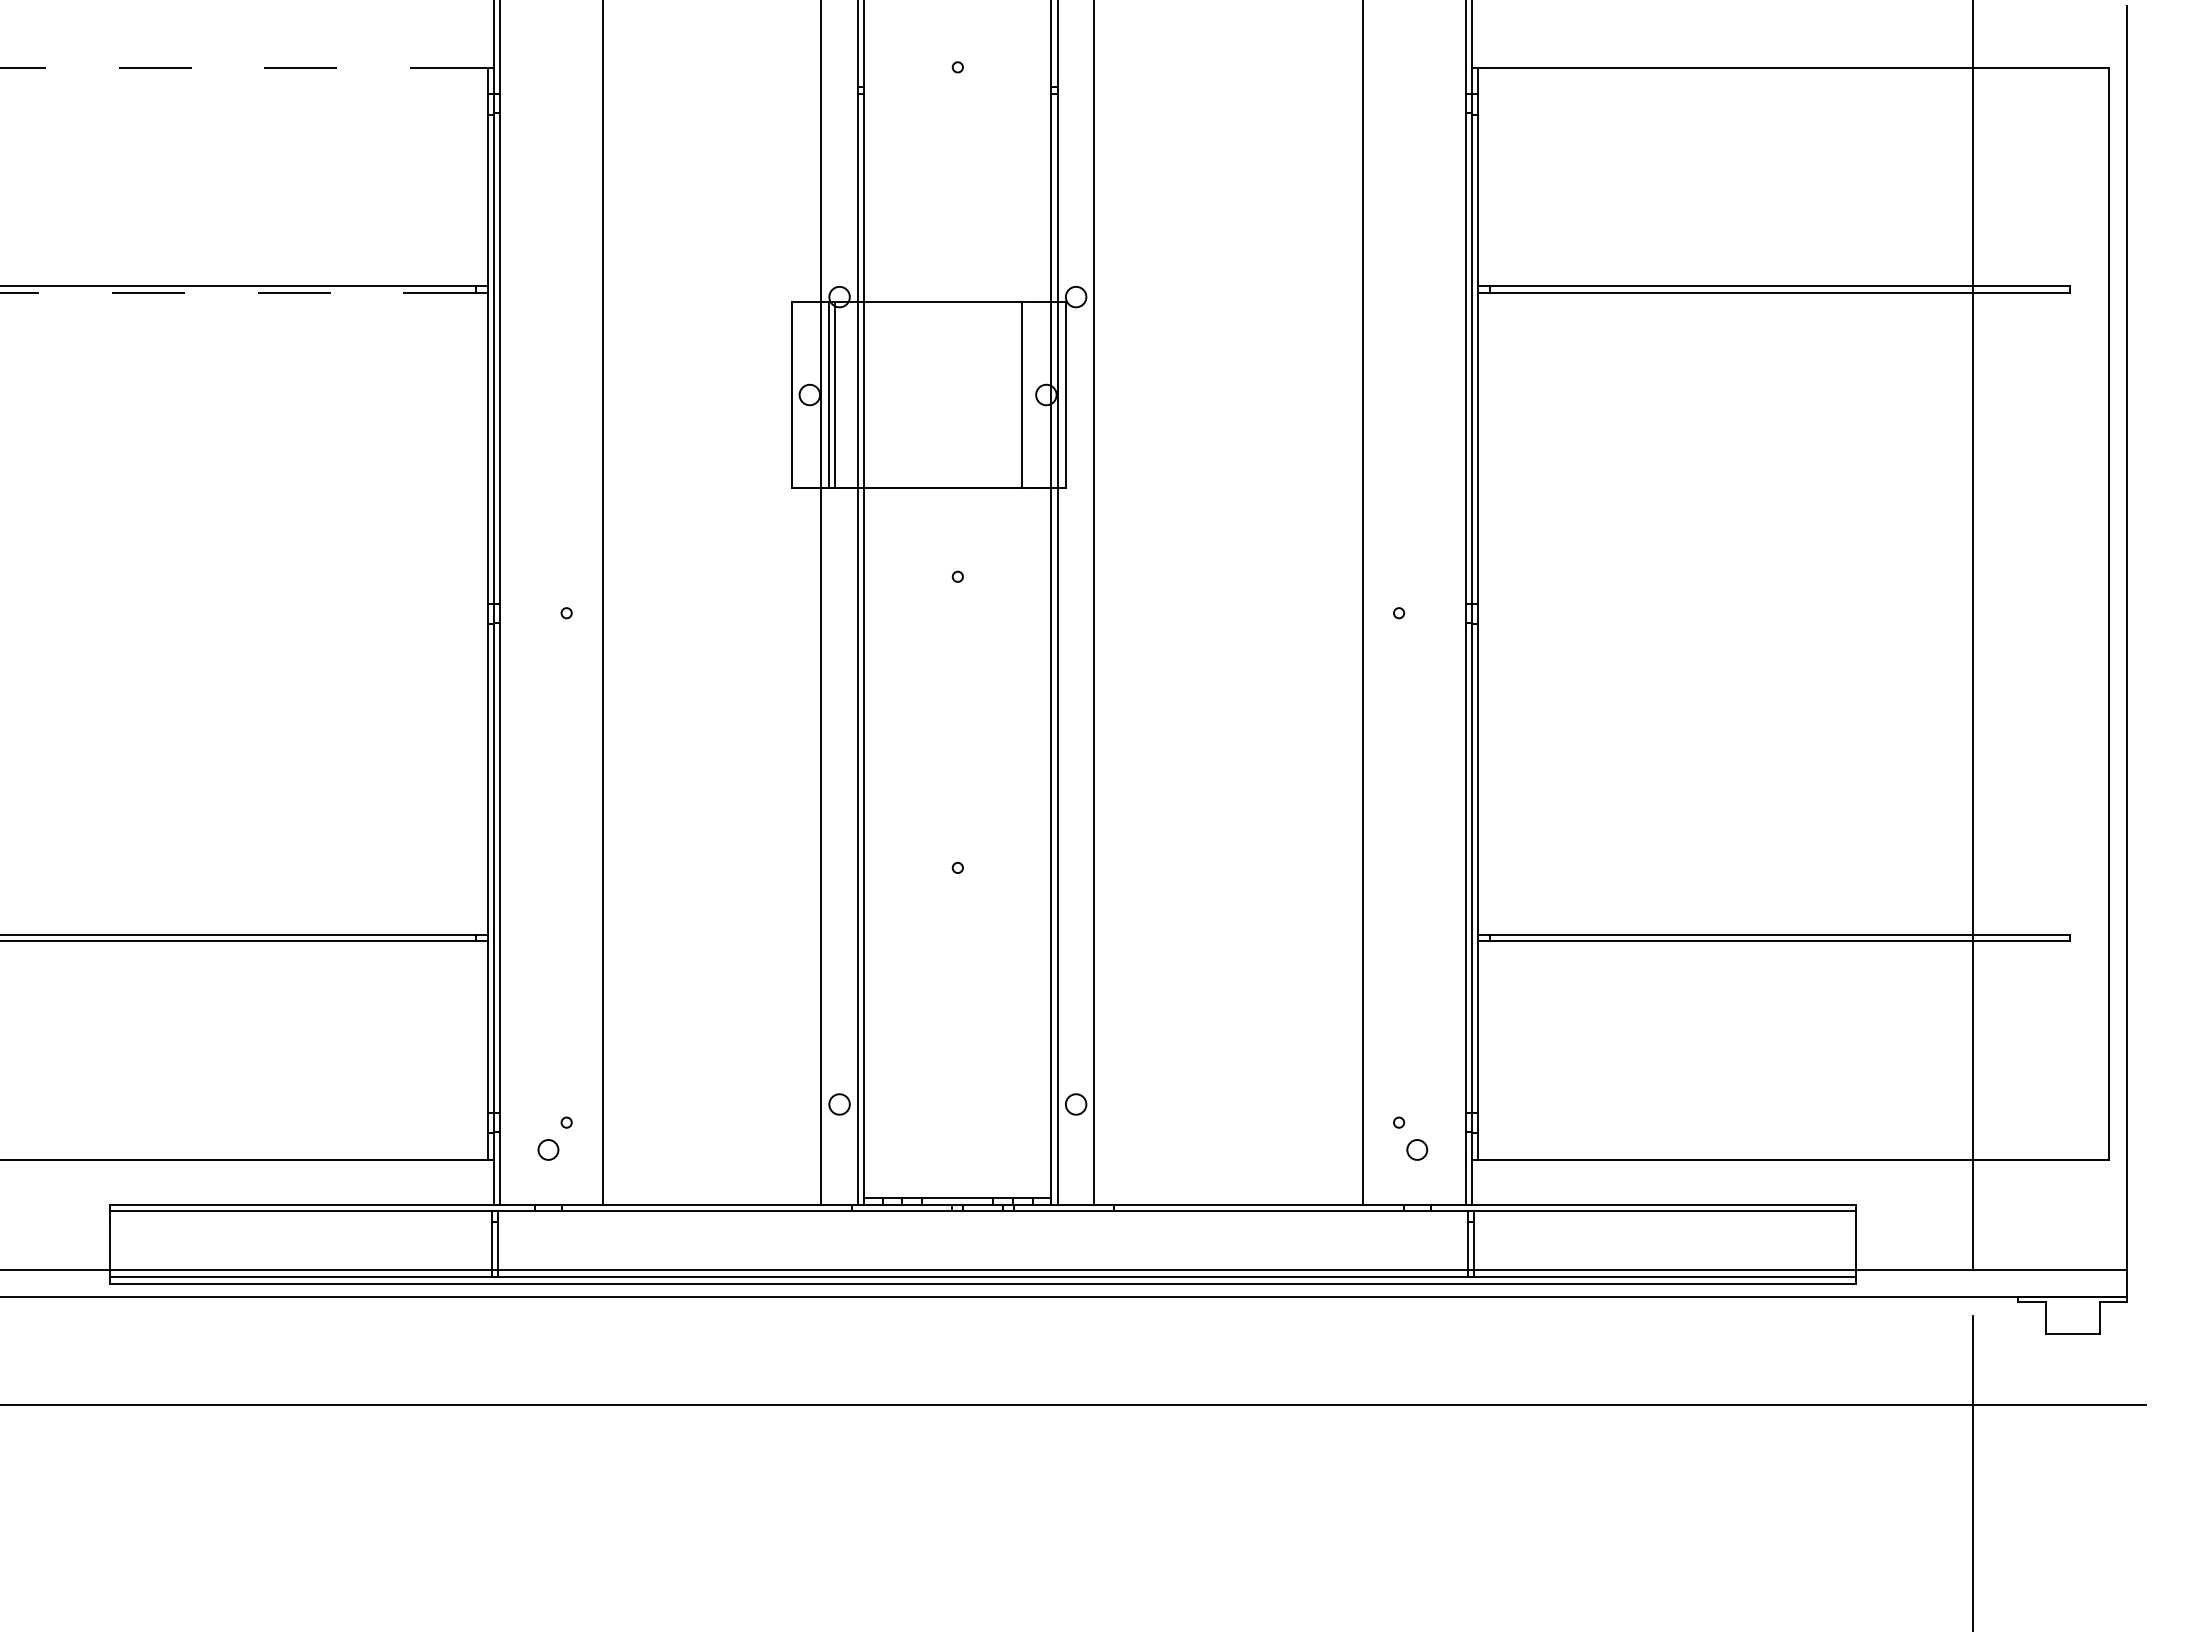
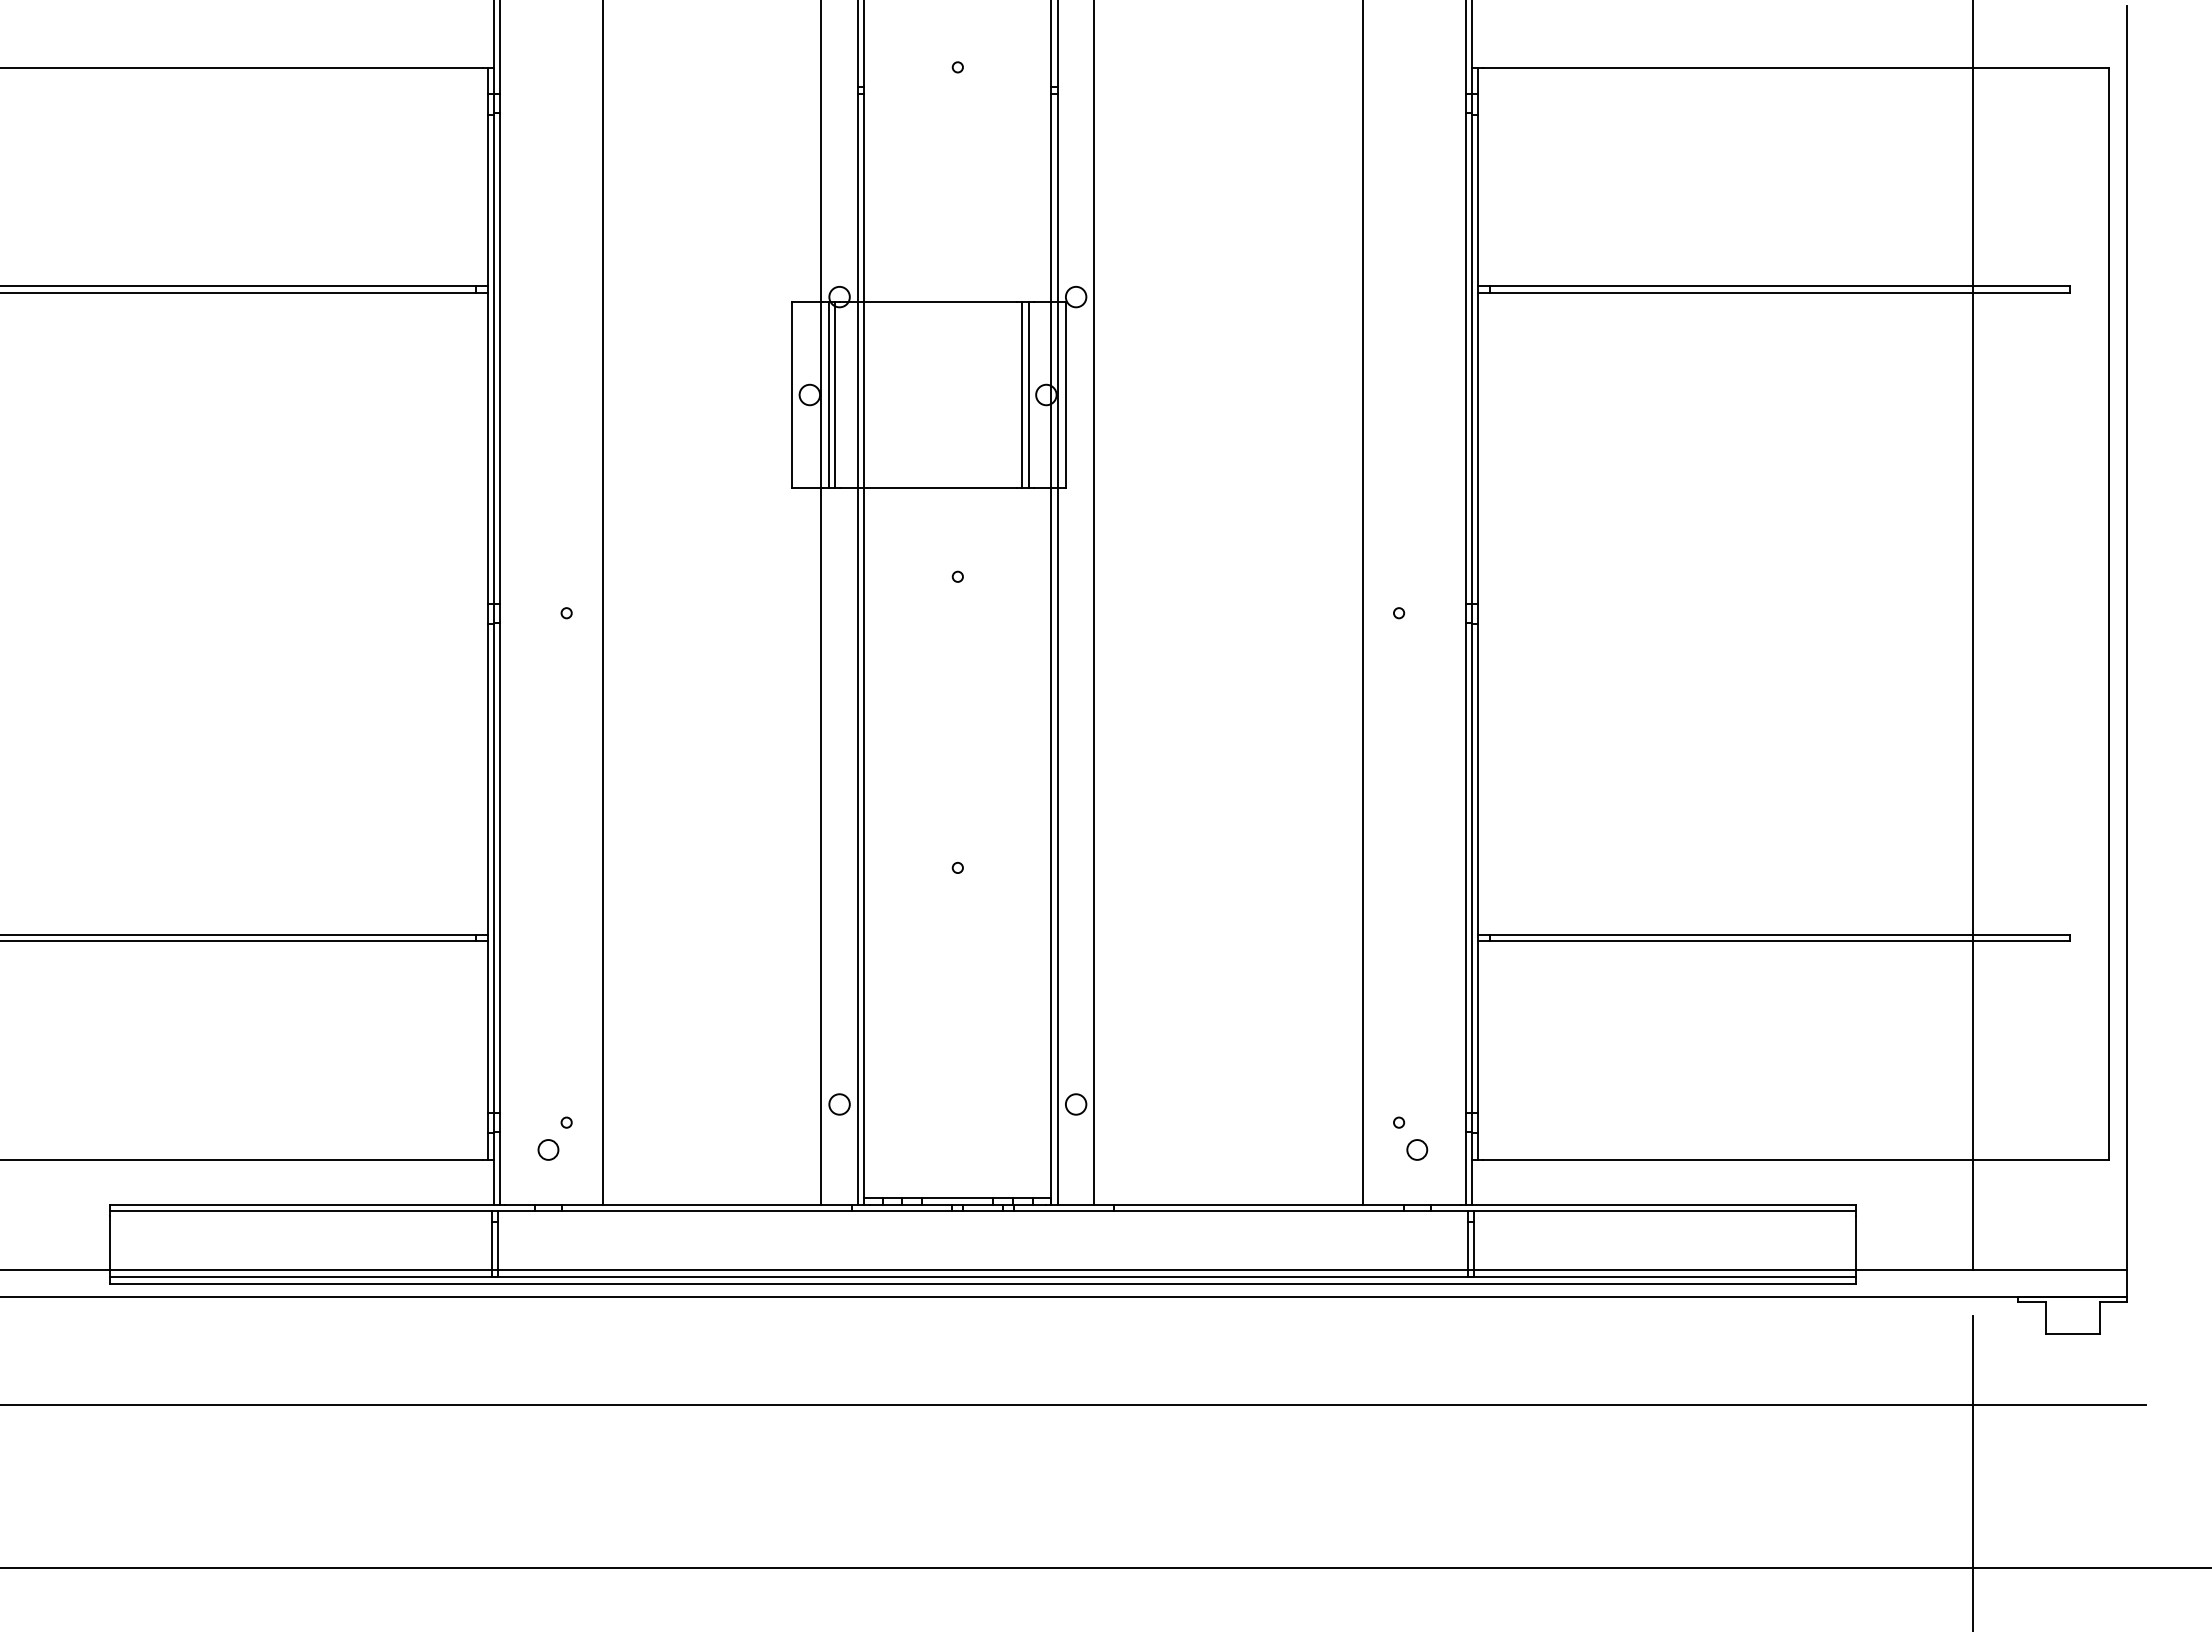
line at (240, 67): dashed -> solid
line at (238, 292): dashed -> solid
line at (1028, 394): none -> present
line at (1105, 1568): none -> present
